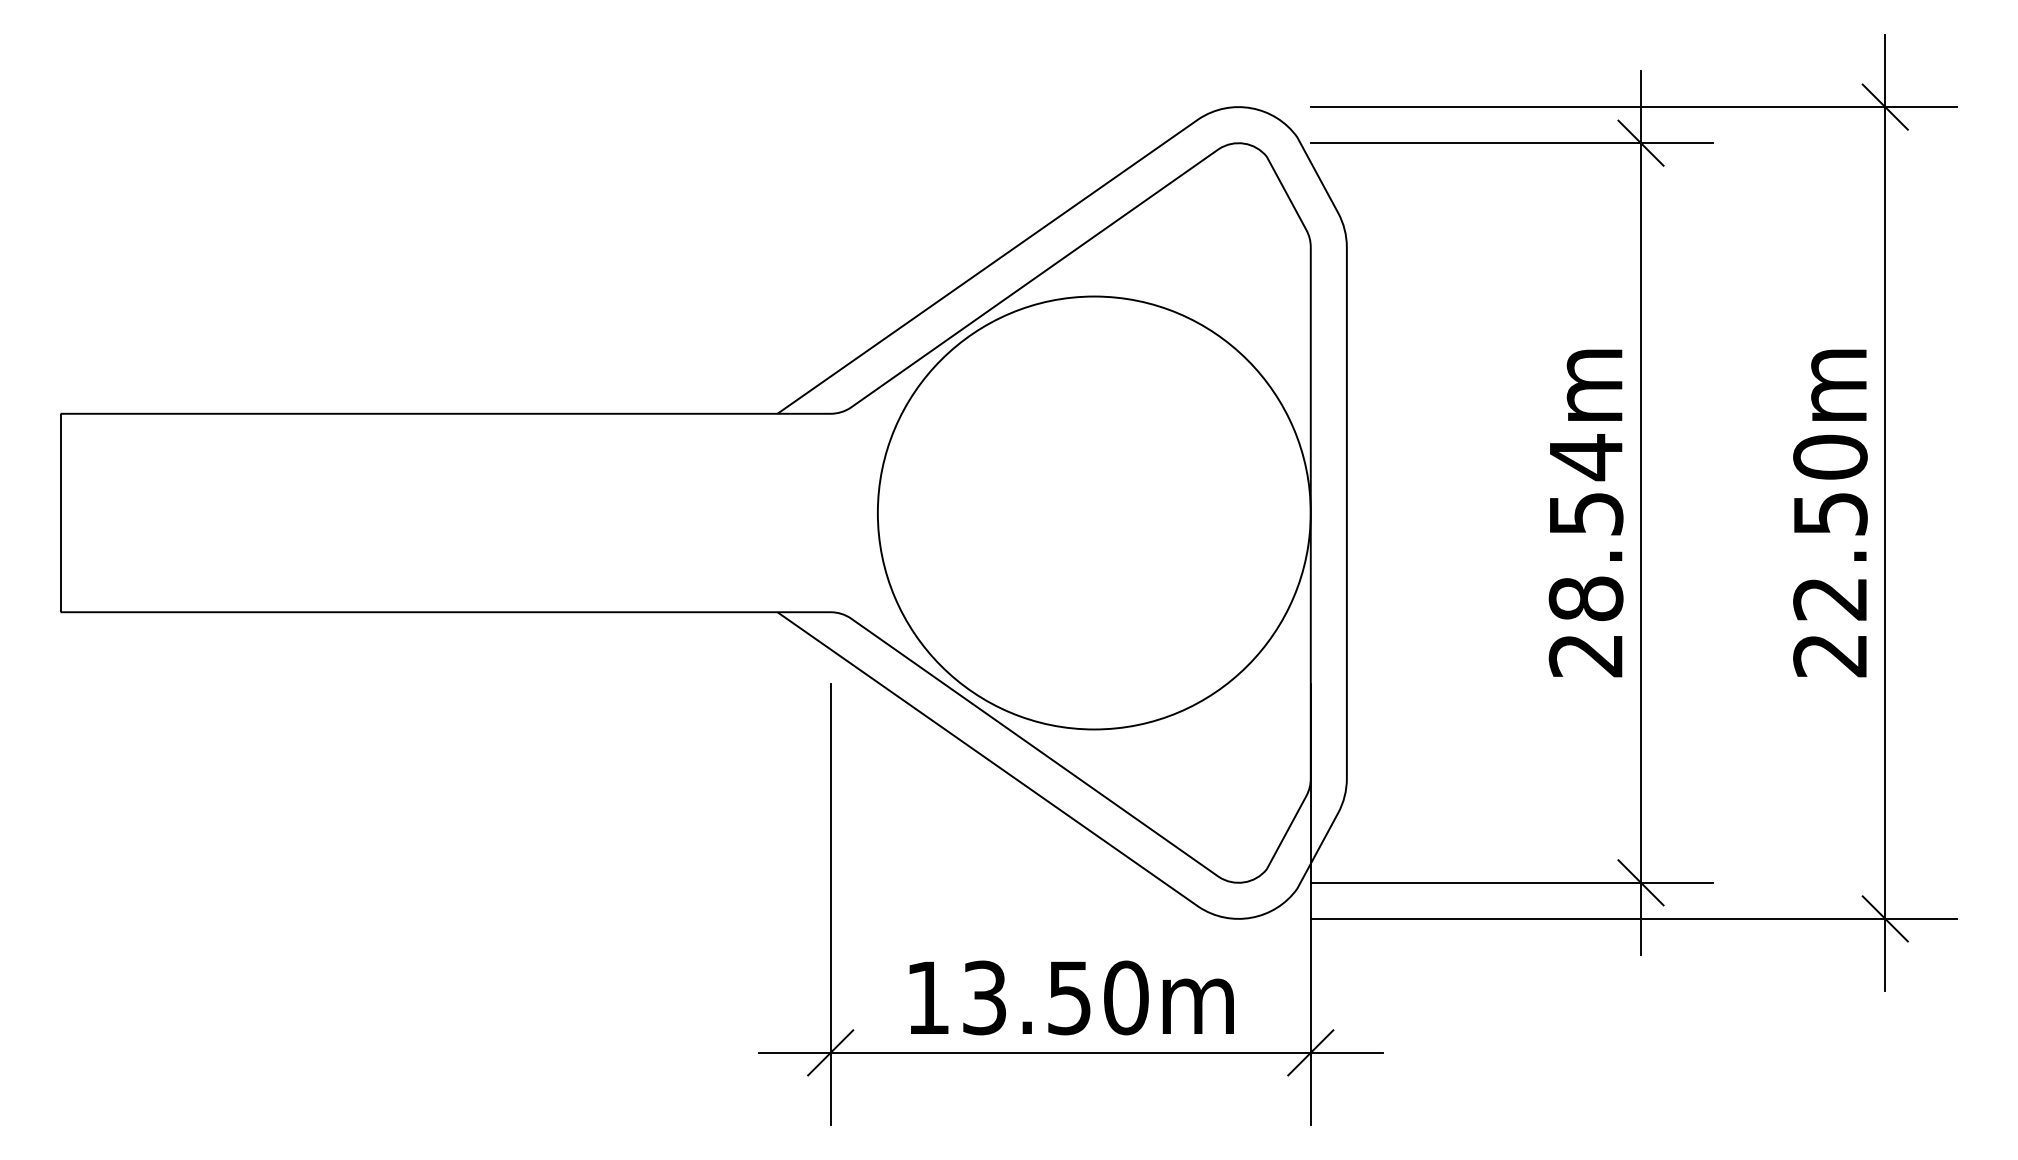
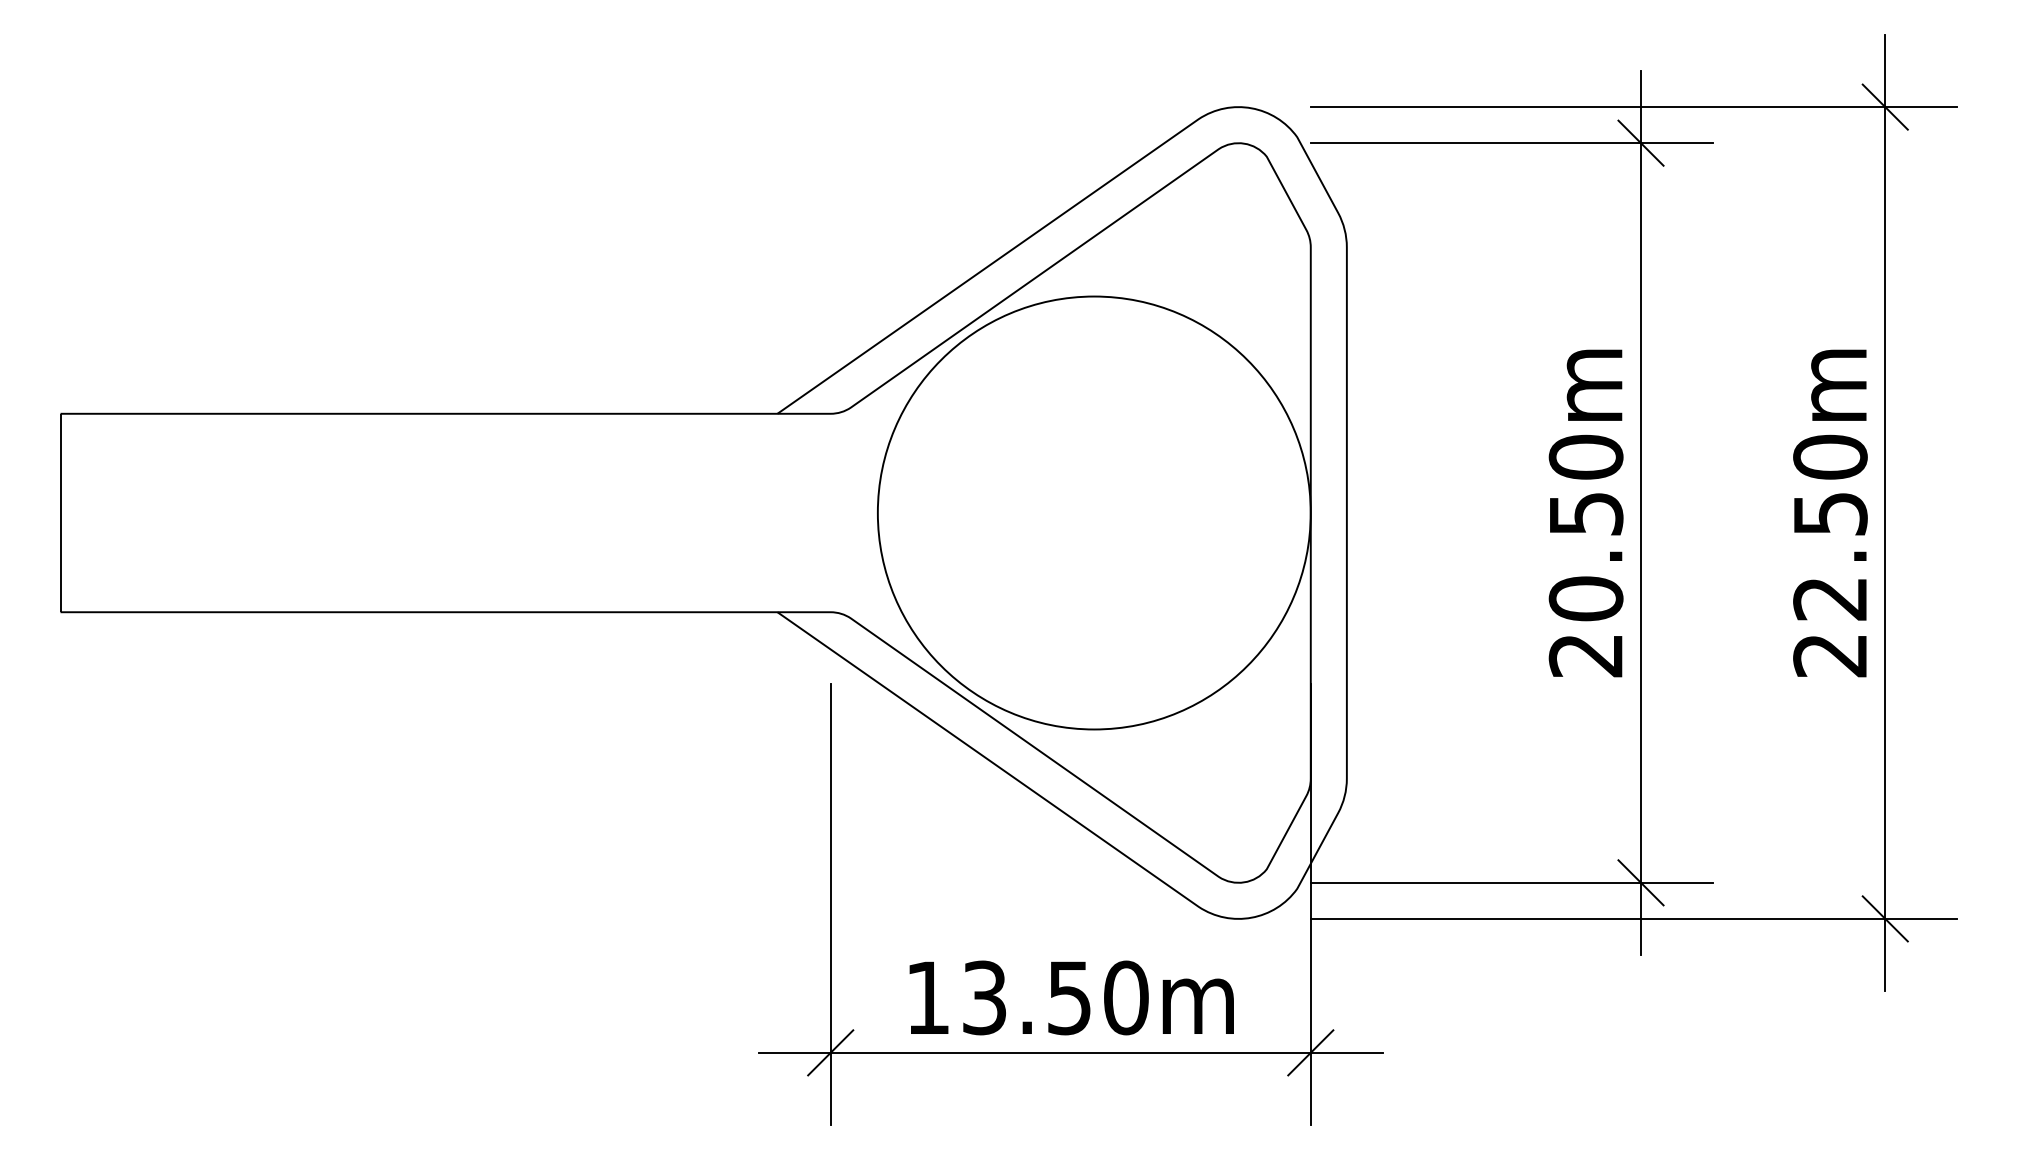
text at (1585, 527): 28.54m -> 20.50m
